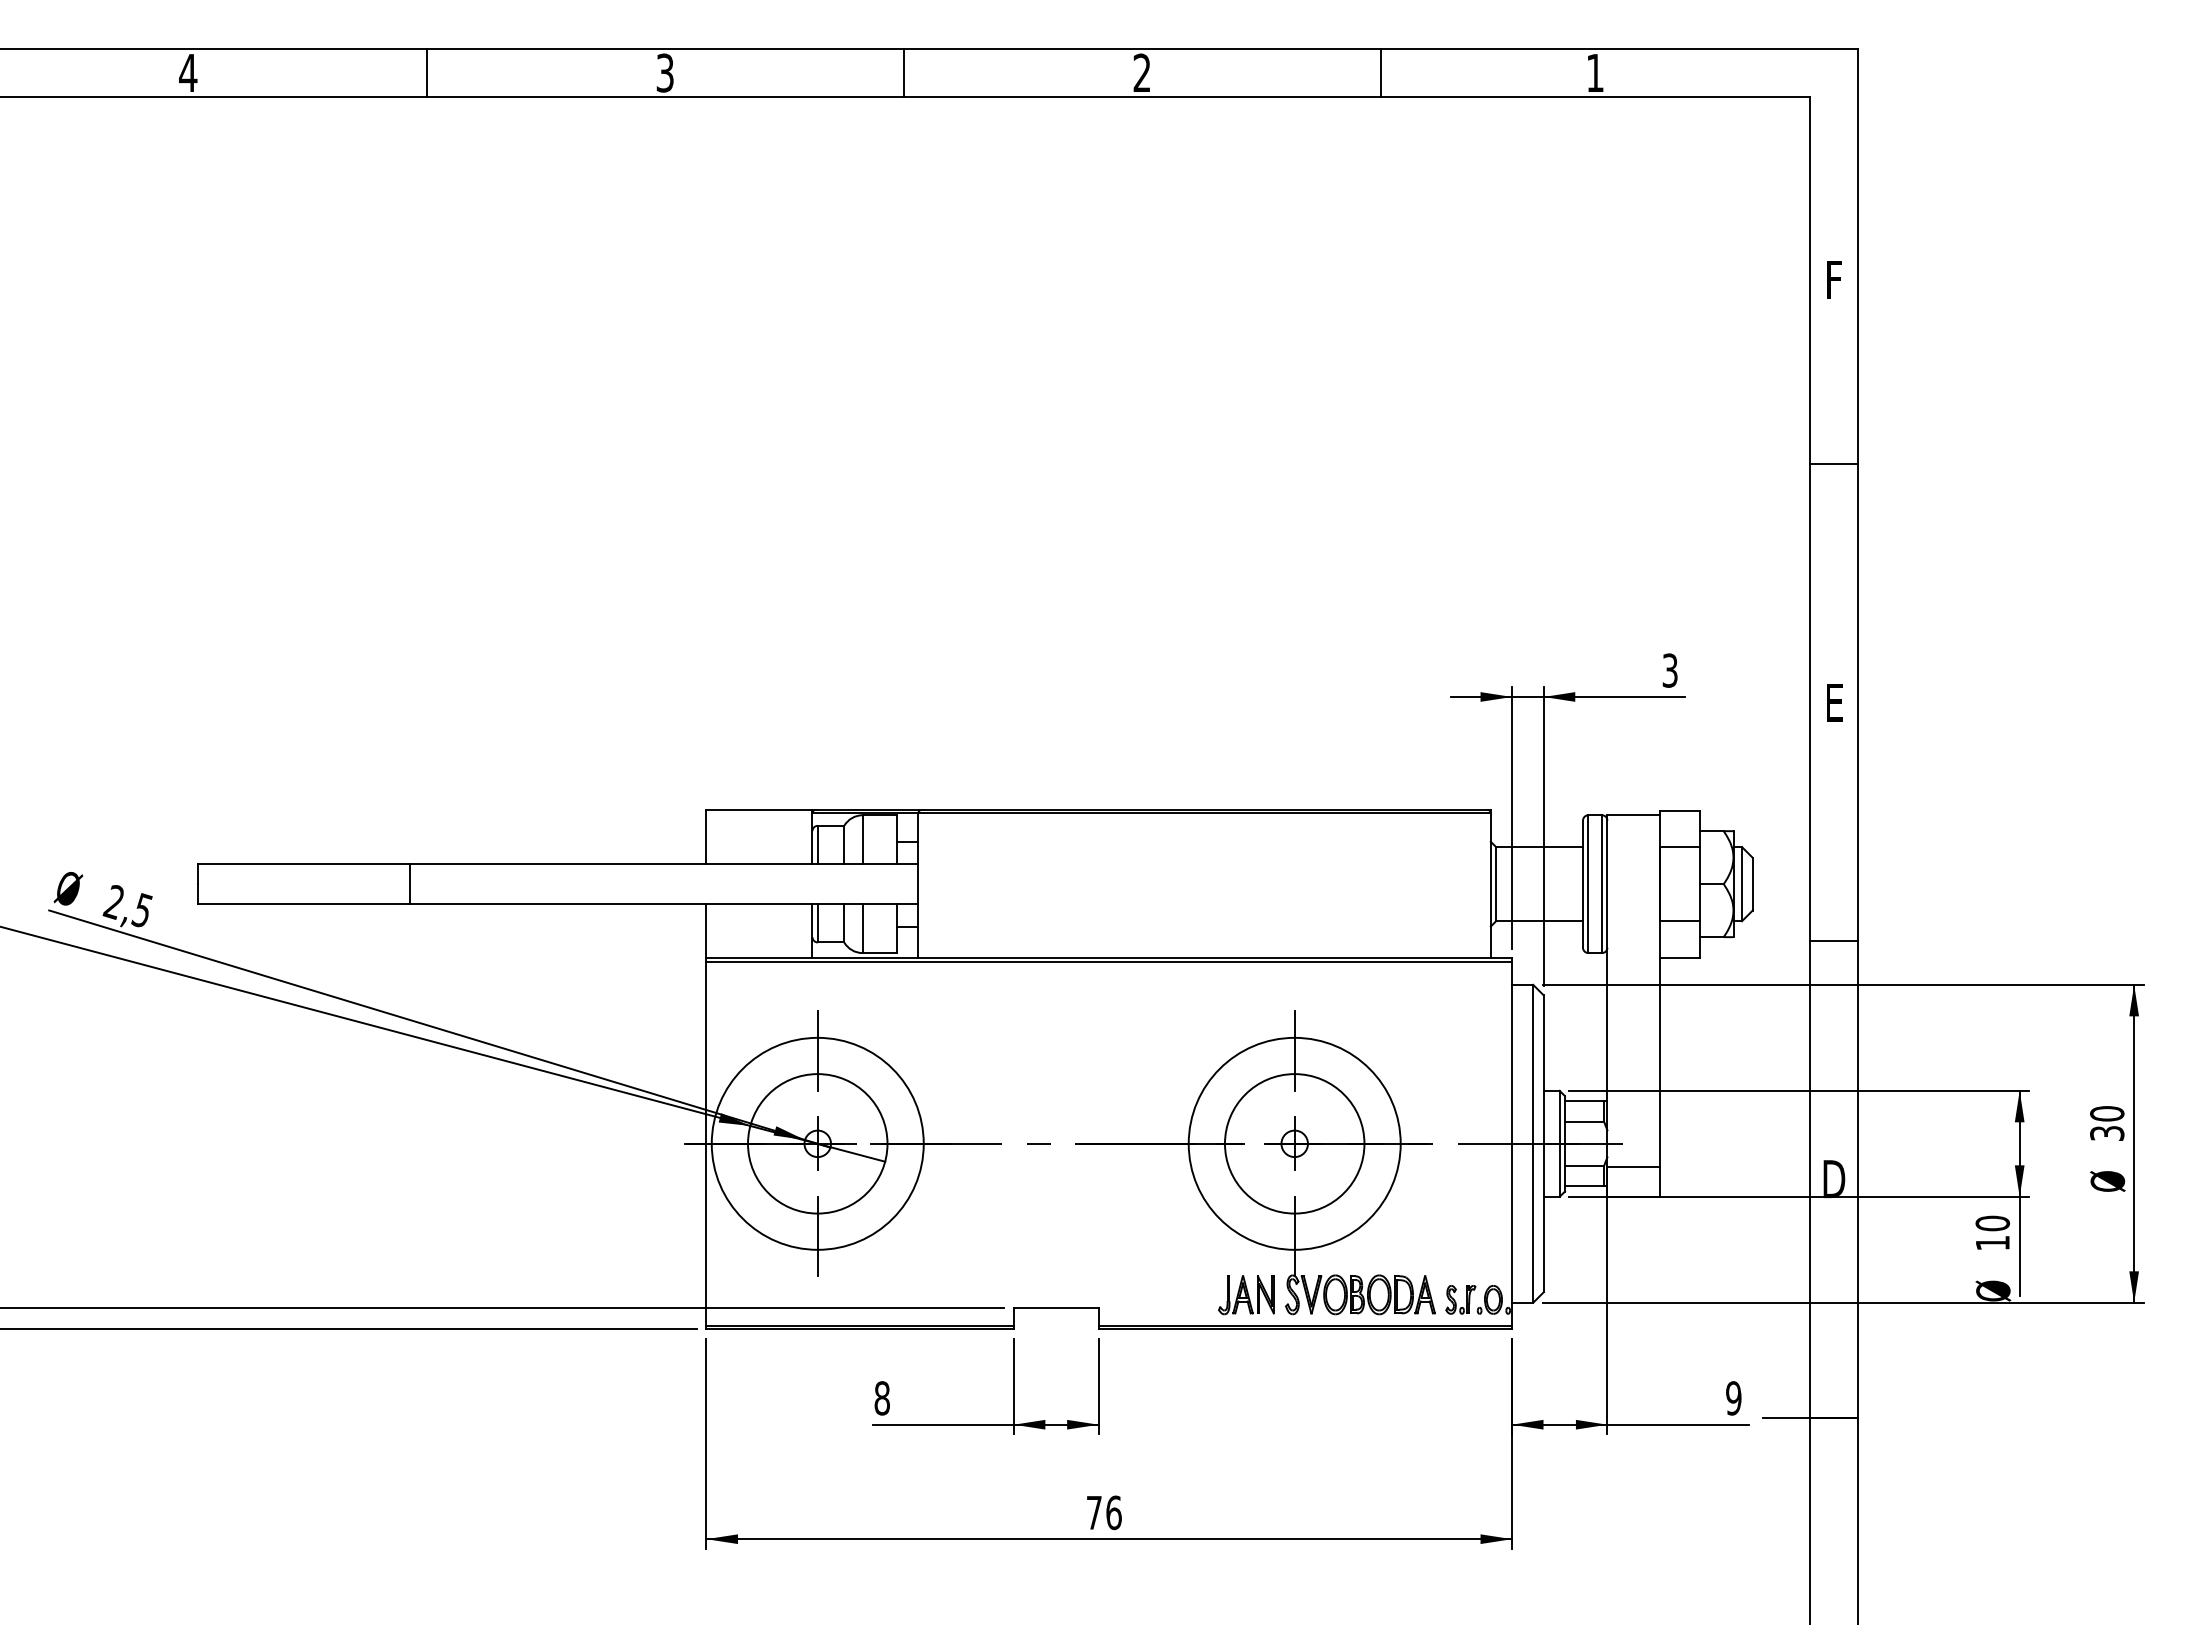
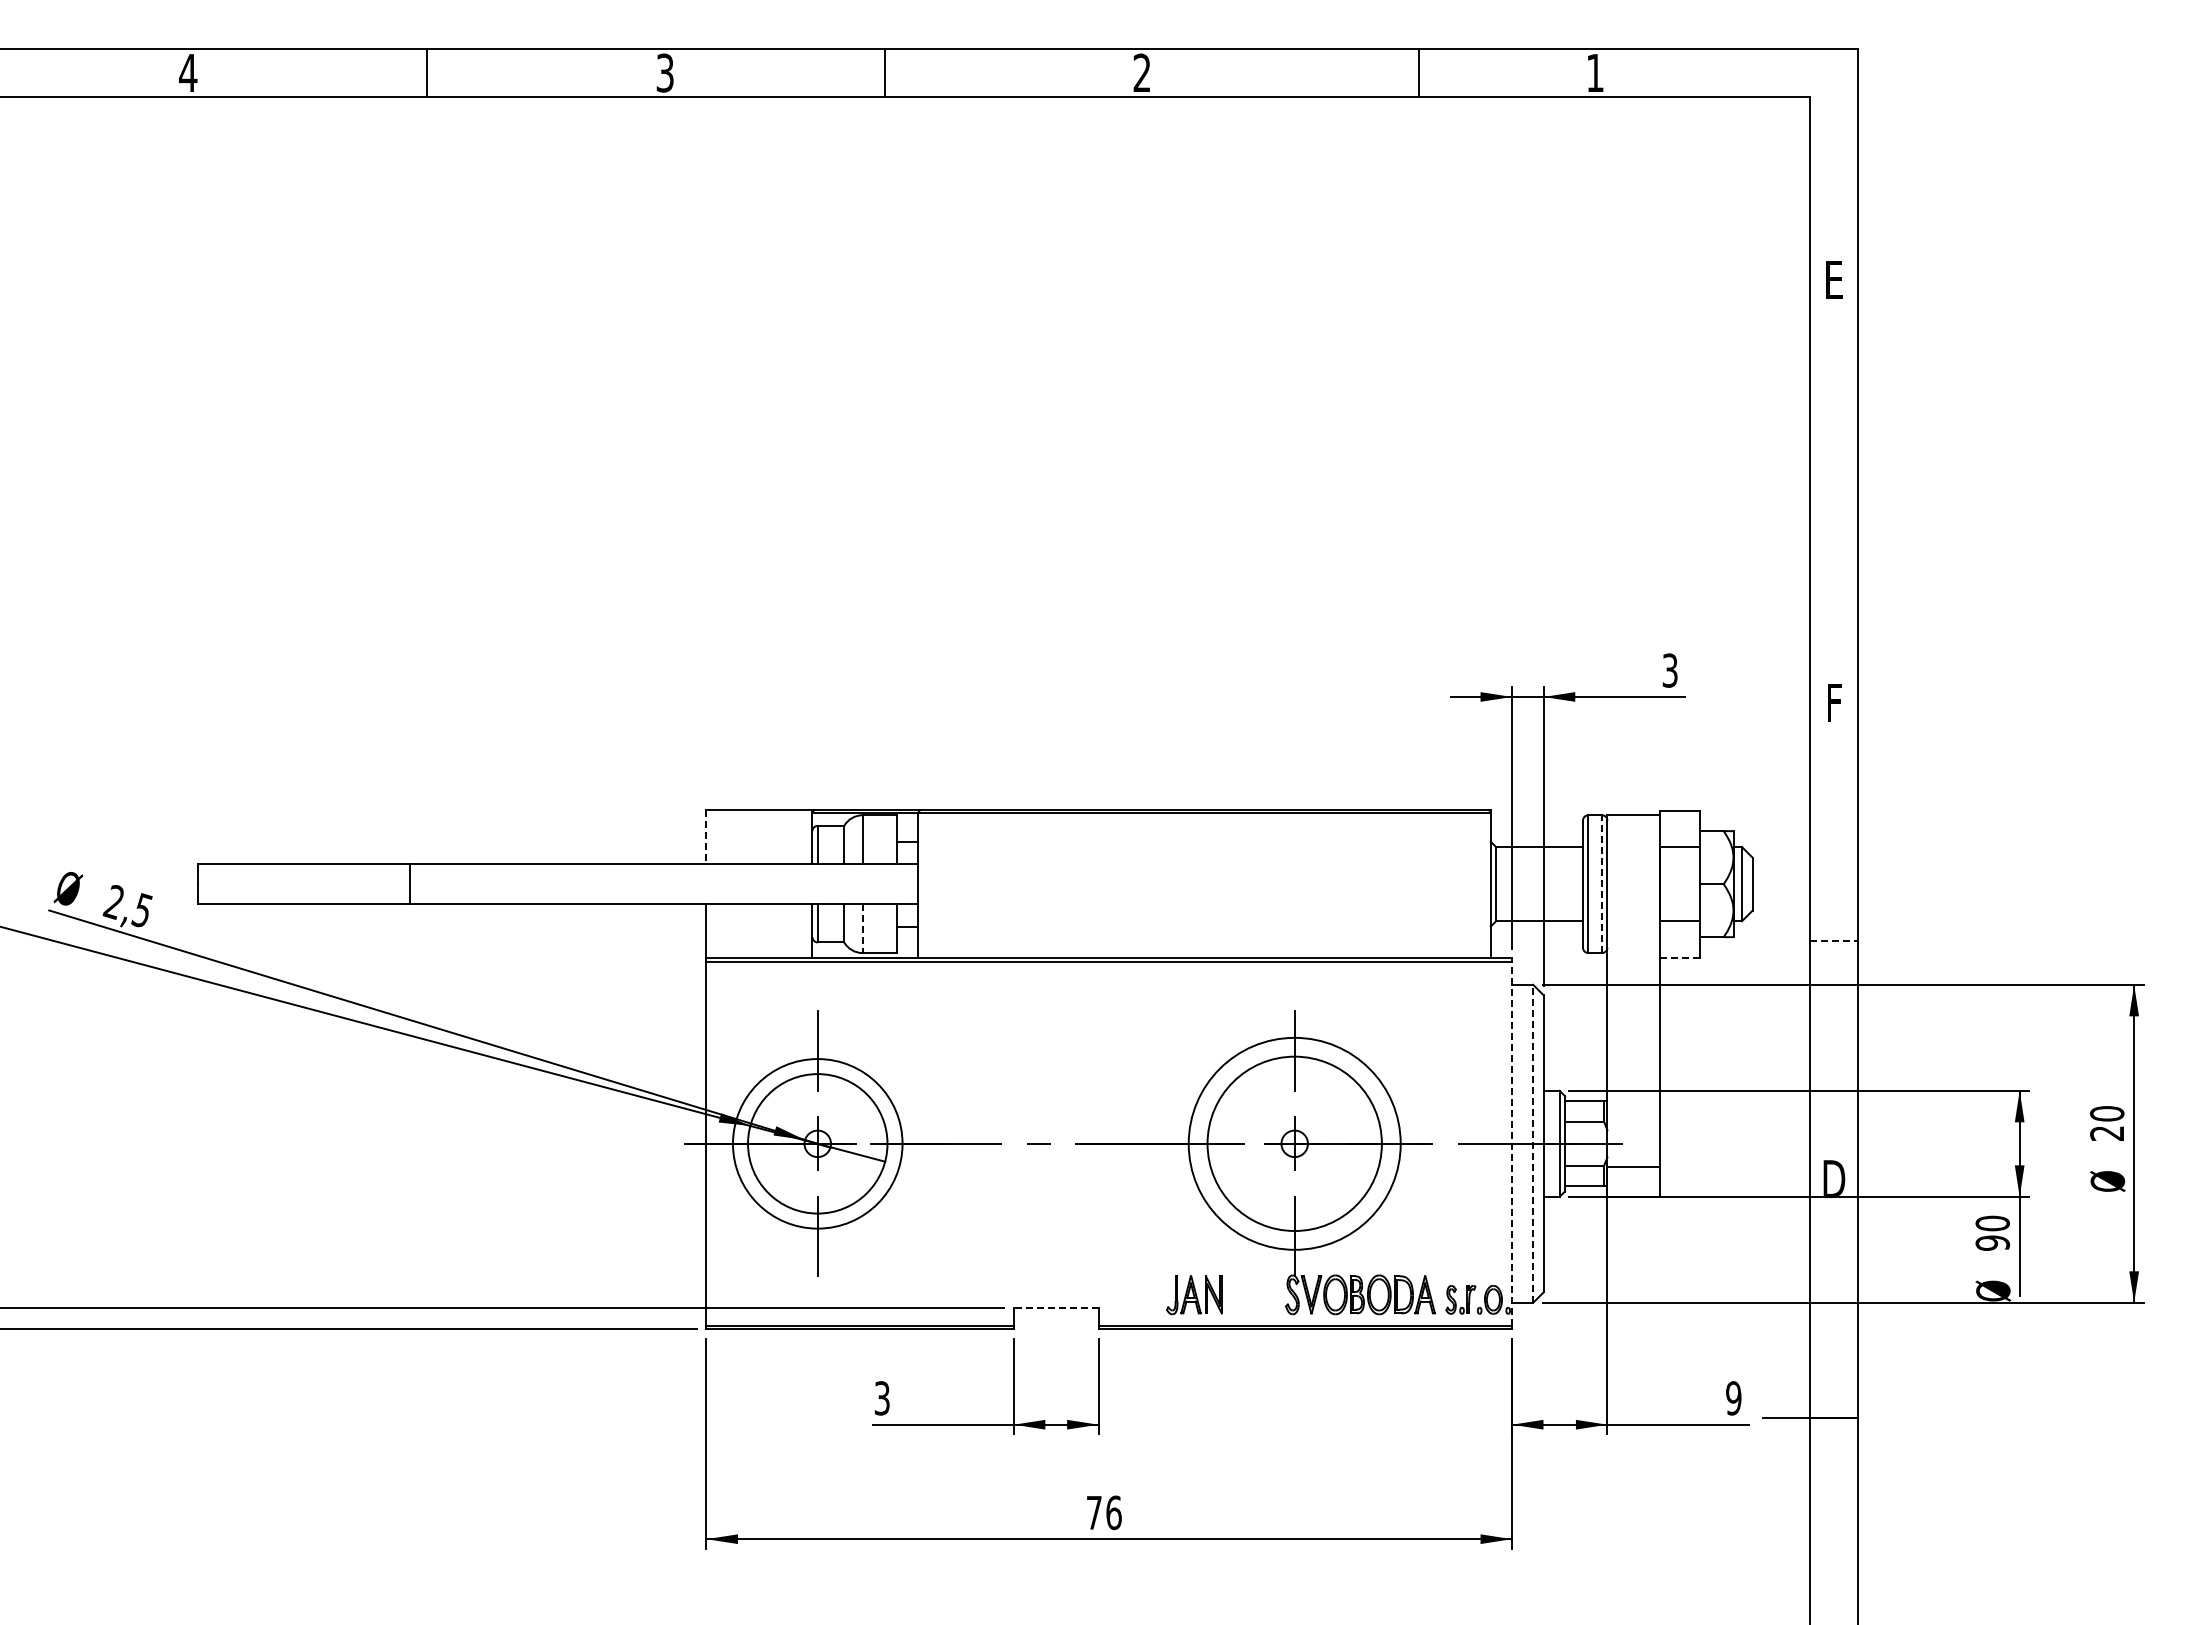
line at (904, 72) position: (904, 72) -> (885, 72)
line at (1381, 72) position: (1381, 72) -> (1419, 72)
text at (1834, 279): F -> E
line at (1834, 463): present -> none
text at (1834, 702): E -> F
line at (706, 837): solid -> dashed
line at (1602, 884): solid -> dashed
line at (862, 929): solid -> dashed
line at (1834, 940): solid -> dashed
line at (1679, 957): solid -> dashed
text at (2107, 1133): 30 -> 20
circle at (817, 1143) diameter: 212 px -> 170 px
circle at (1294, 1143) diameter: 139 px -> 174 px
line at (1512, 1143): solid -> dashed
line at (1533, 1143): solid -> dashed
text at (1992, 1242): 10 -> 90
part at (1246, 1295) position: (1246, 1295) -> (1194, 1295)
line at (1055, 1308): solid -> dashed
text at (881, 1398): 8 -> 3
